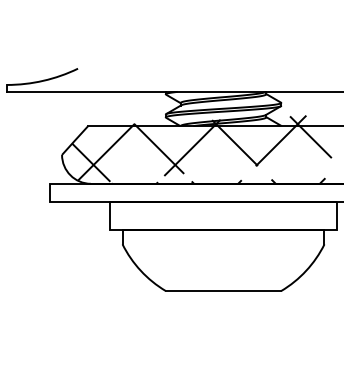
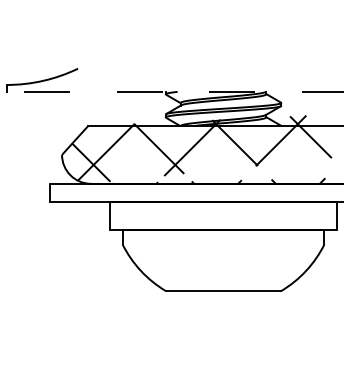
line at (174, 91): solid -> dashed
